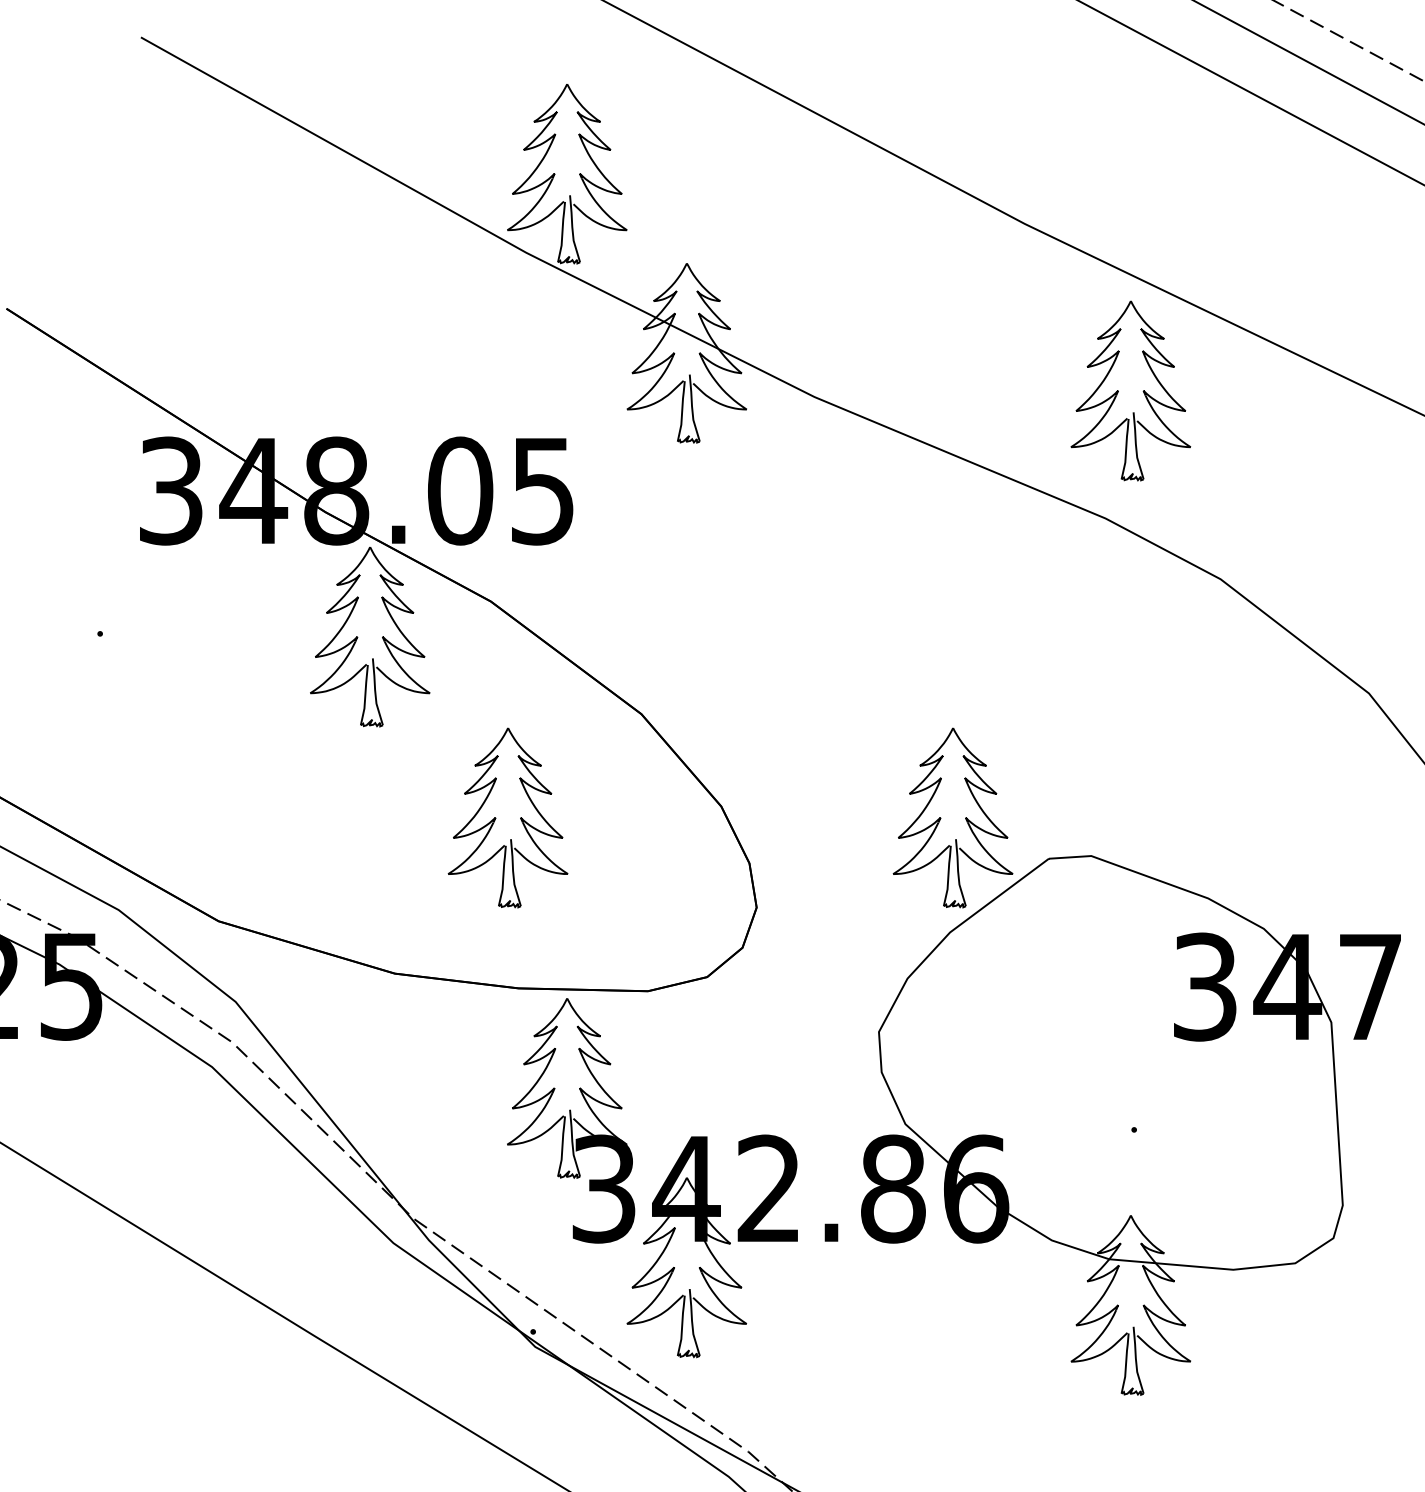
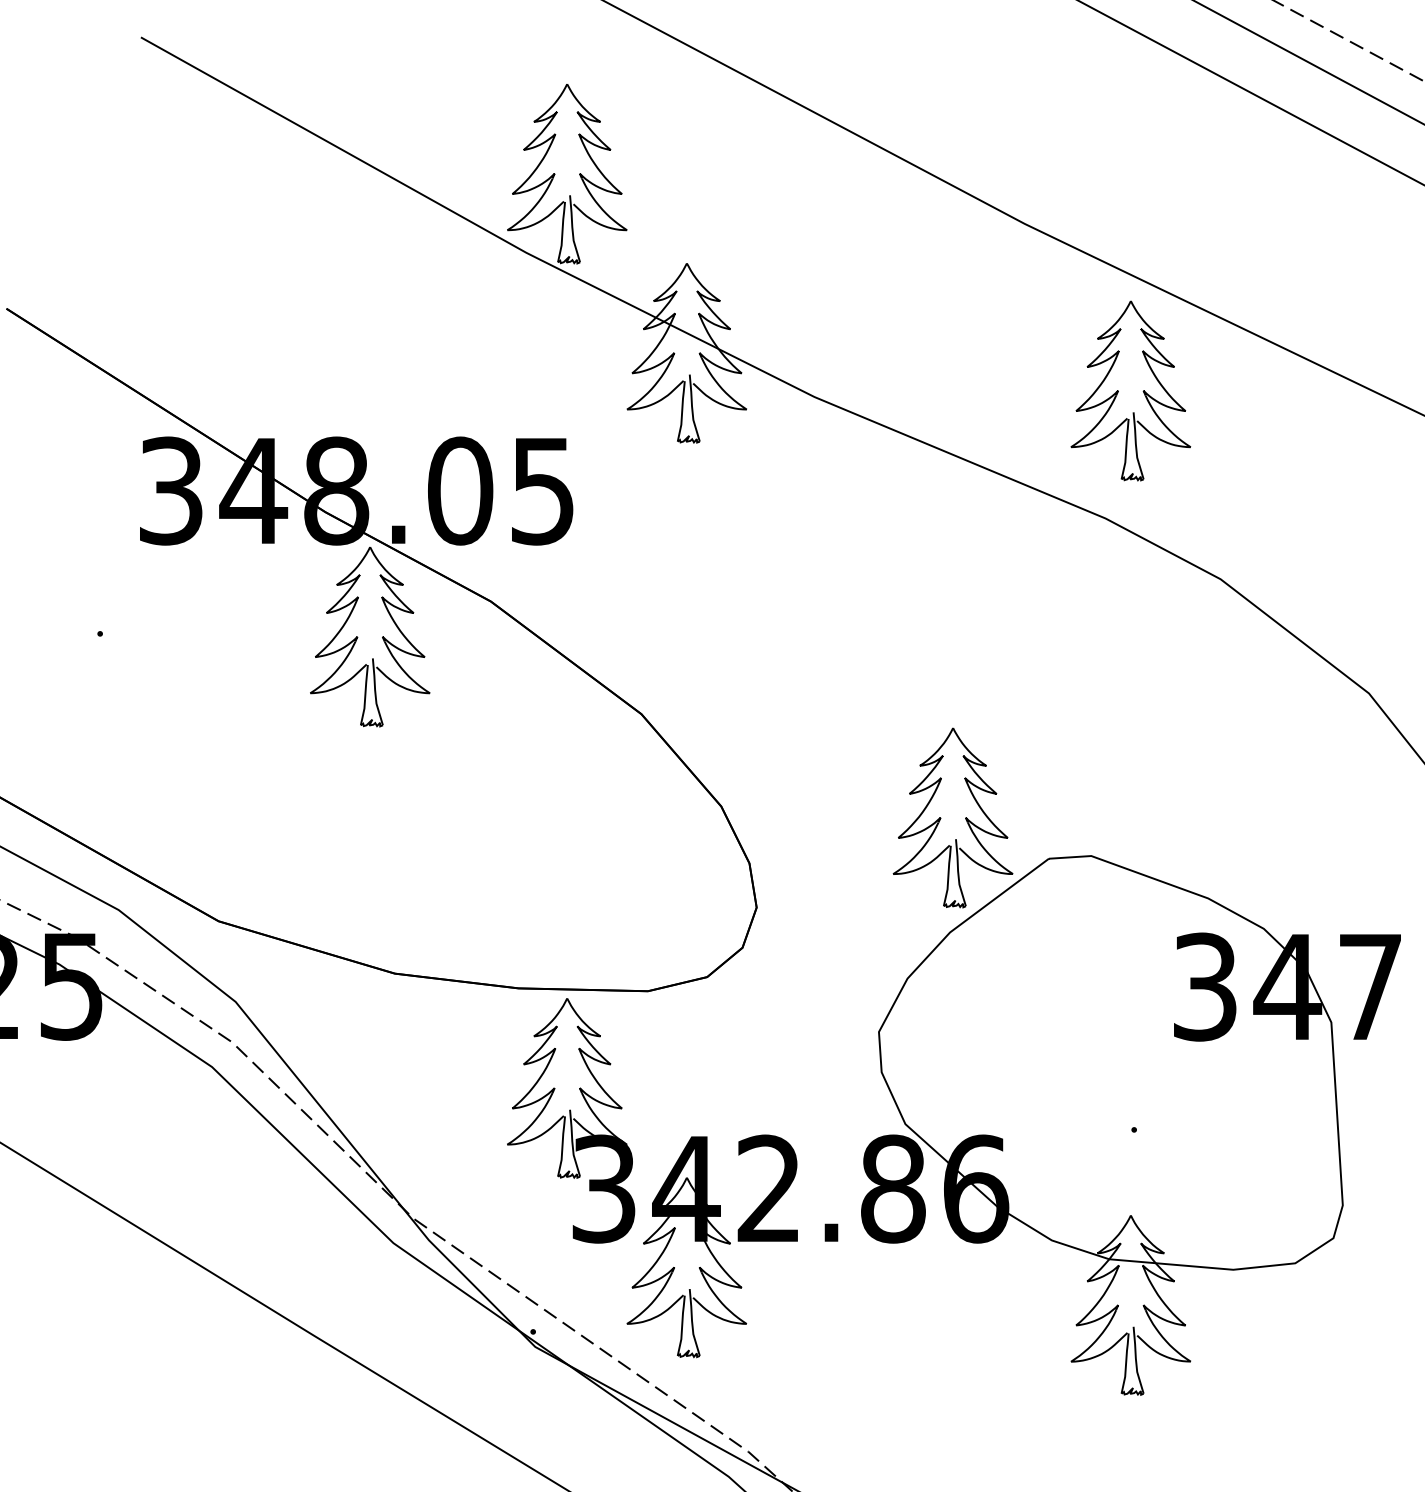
part at (496, 818): present -> none
